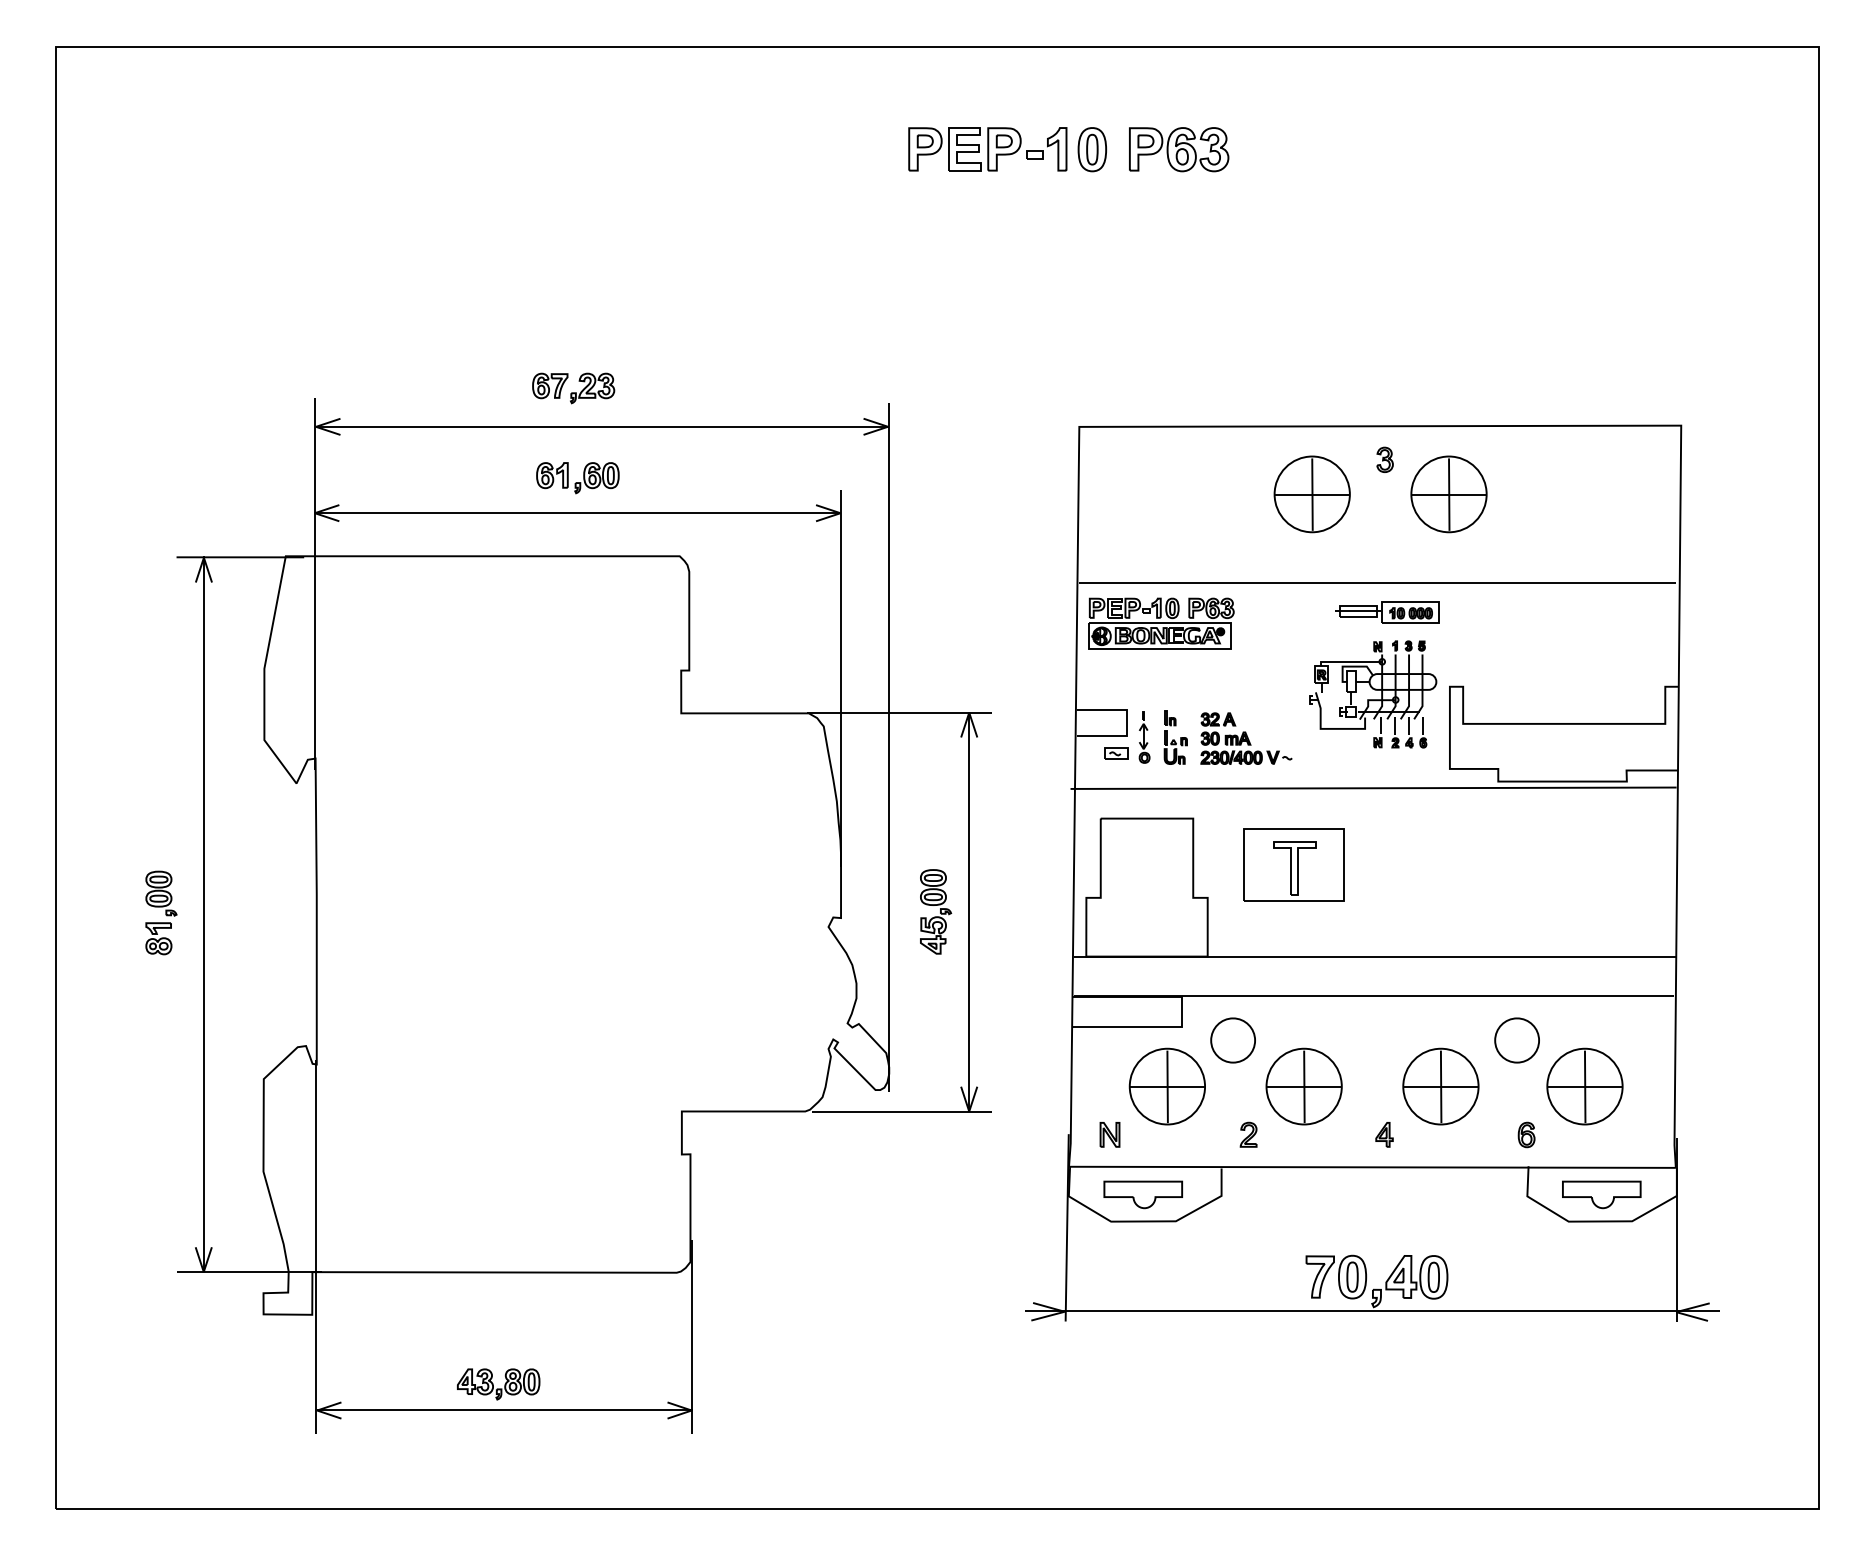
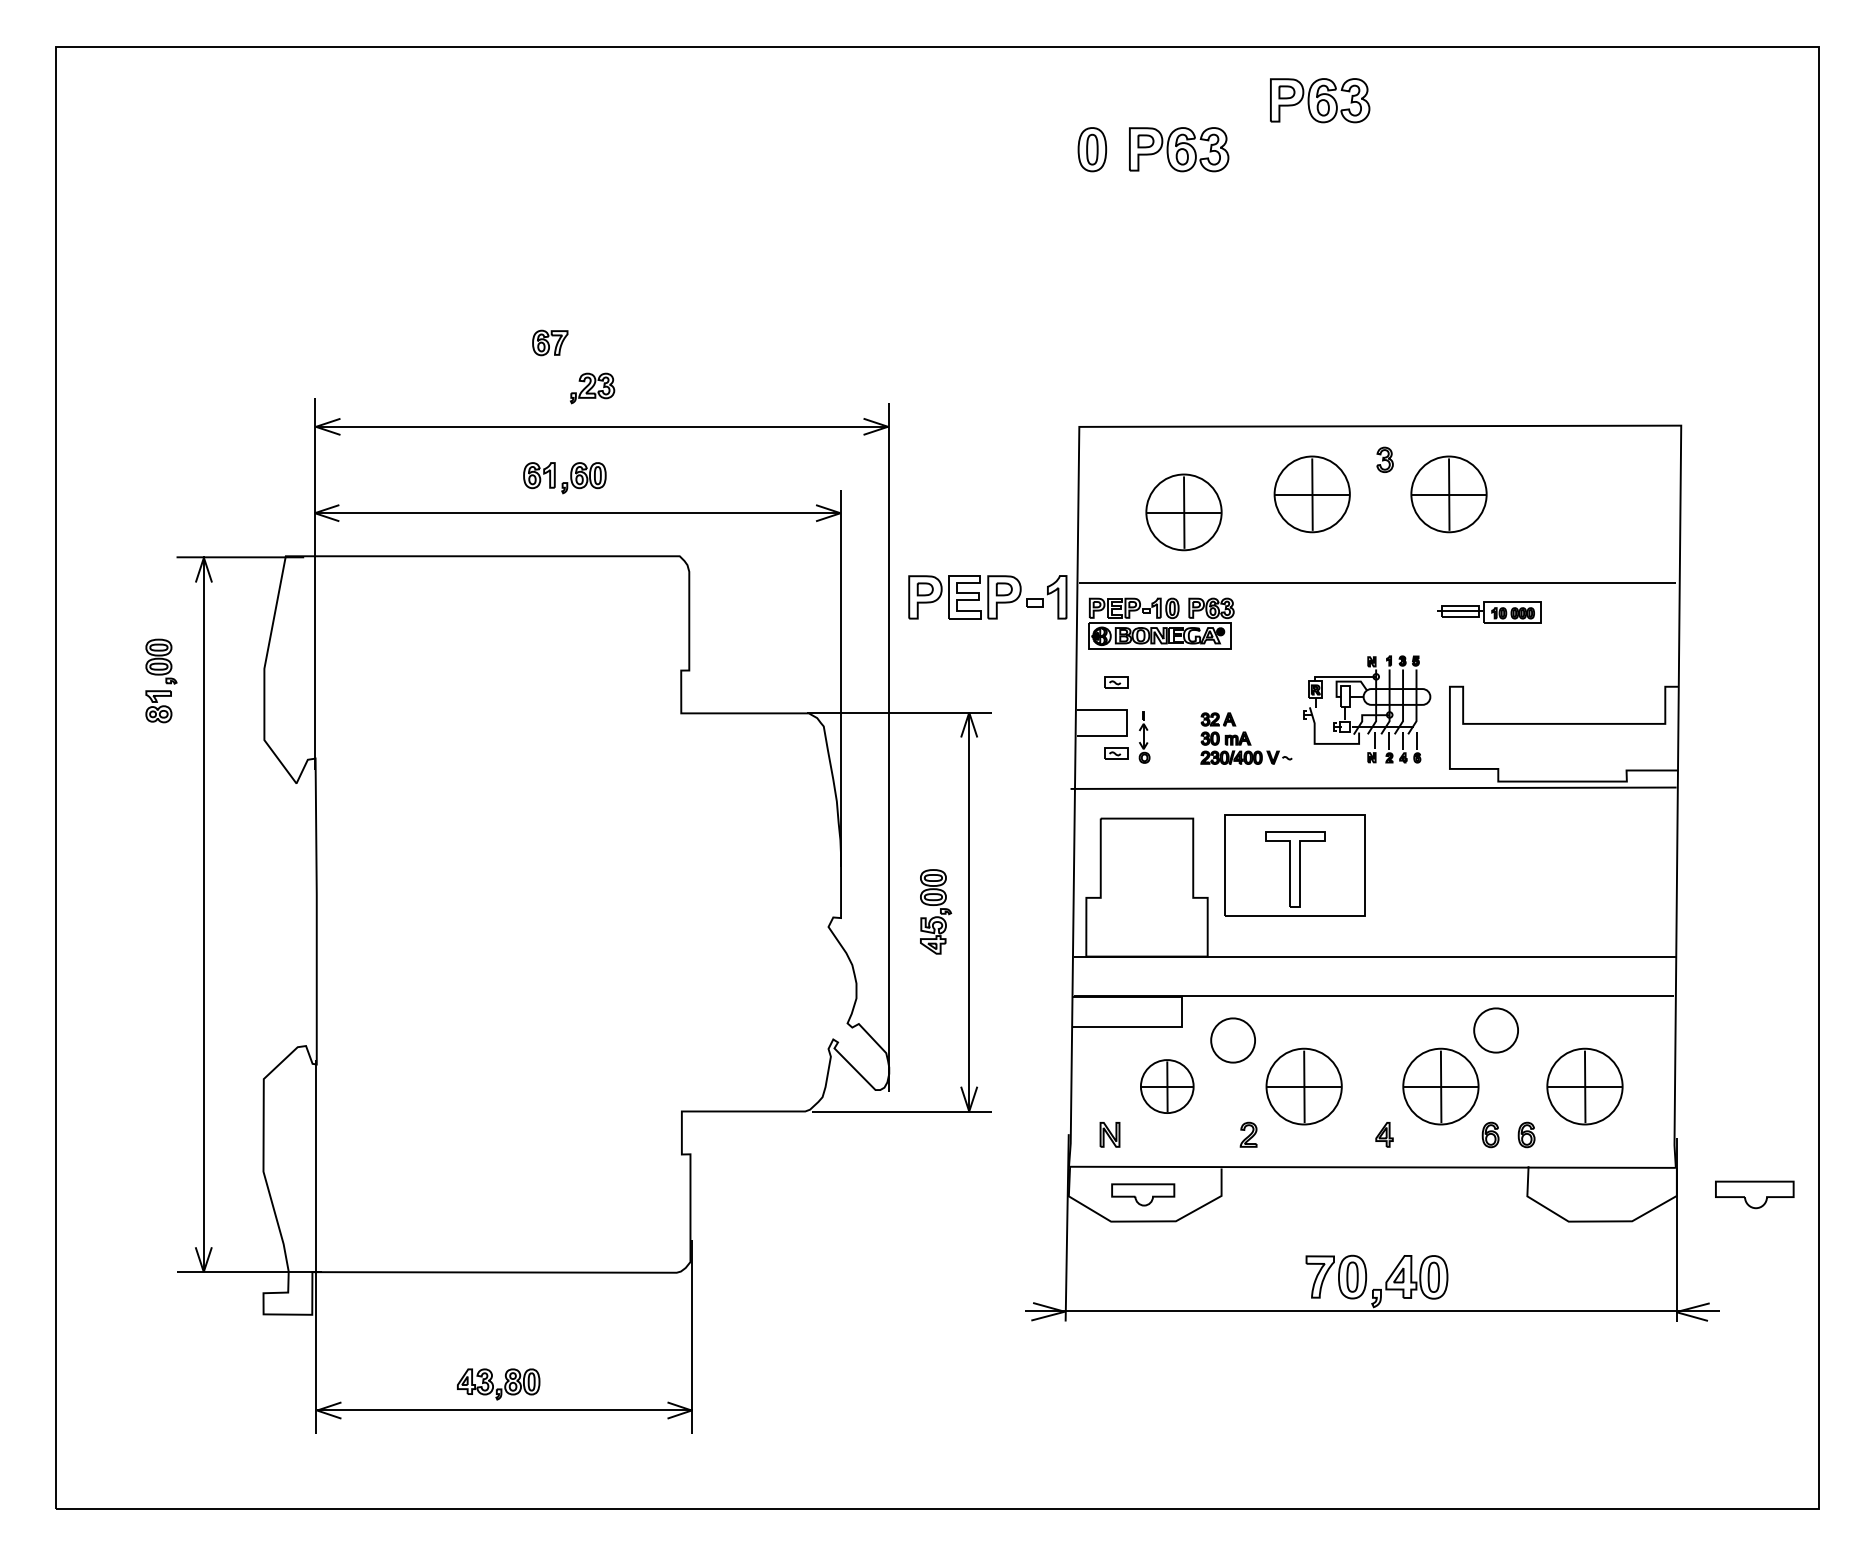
part at (1320, 100): none -> present
part at (987, 149) position: (987, 149) -> (987, 597)
part at (550, 385) position: (550, 385) -> (550, 342)
part at (577, 478) position: (577, 478) -> (564, 478)
part at (1183, 512): none -> present
part at (1387, 612) position: (1387, 612) -> (1489, 612)
part at (1116, 682): none -> present
part at (1373, 694) position: (1373, 694) -> (1367, 709)
part at (1175, 737): present -> none
part at (1293, 864) size: 102x74 px -> 142x103 px
part at (161, 912) position: (161, 912) -> (161, 680)
part at (1516, 1040) position: (1516, 1040) -> (1495, 1030)
part at (1166, 1086) size: 78x79 px -> 55x55 px
part at (1490, 1134): none -> present
part at (1142, 1194) size: 80x30 px -> 65x24 px
part at (1601, 1194) position: (1601, 1194) -> (1754, 1194)
